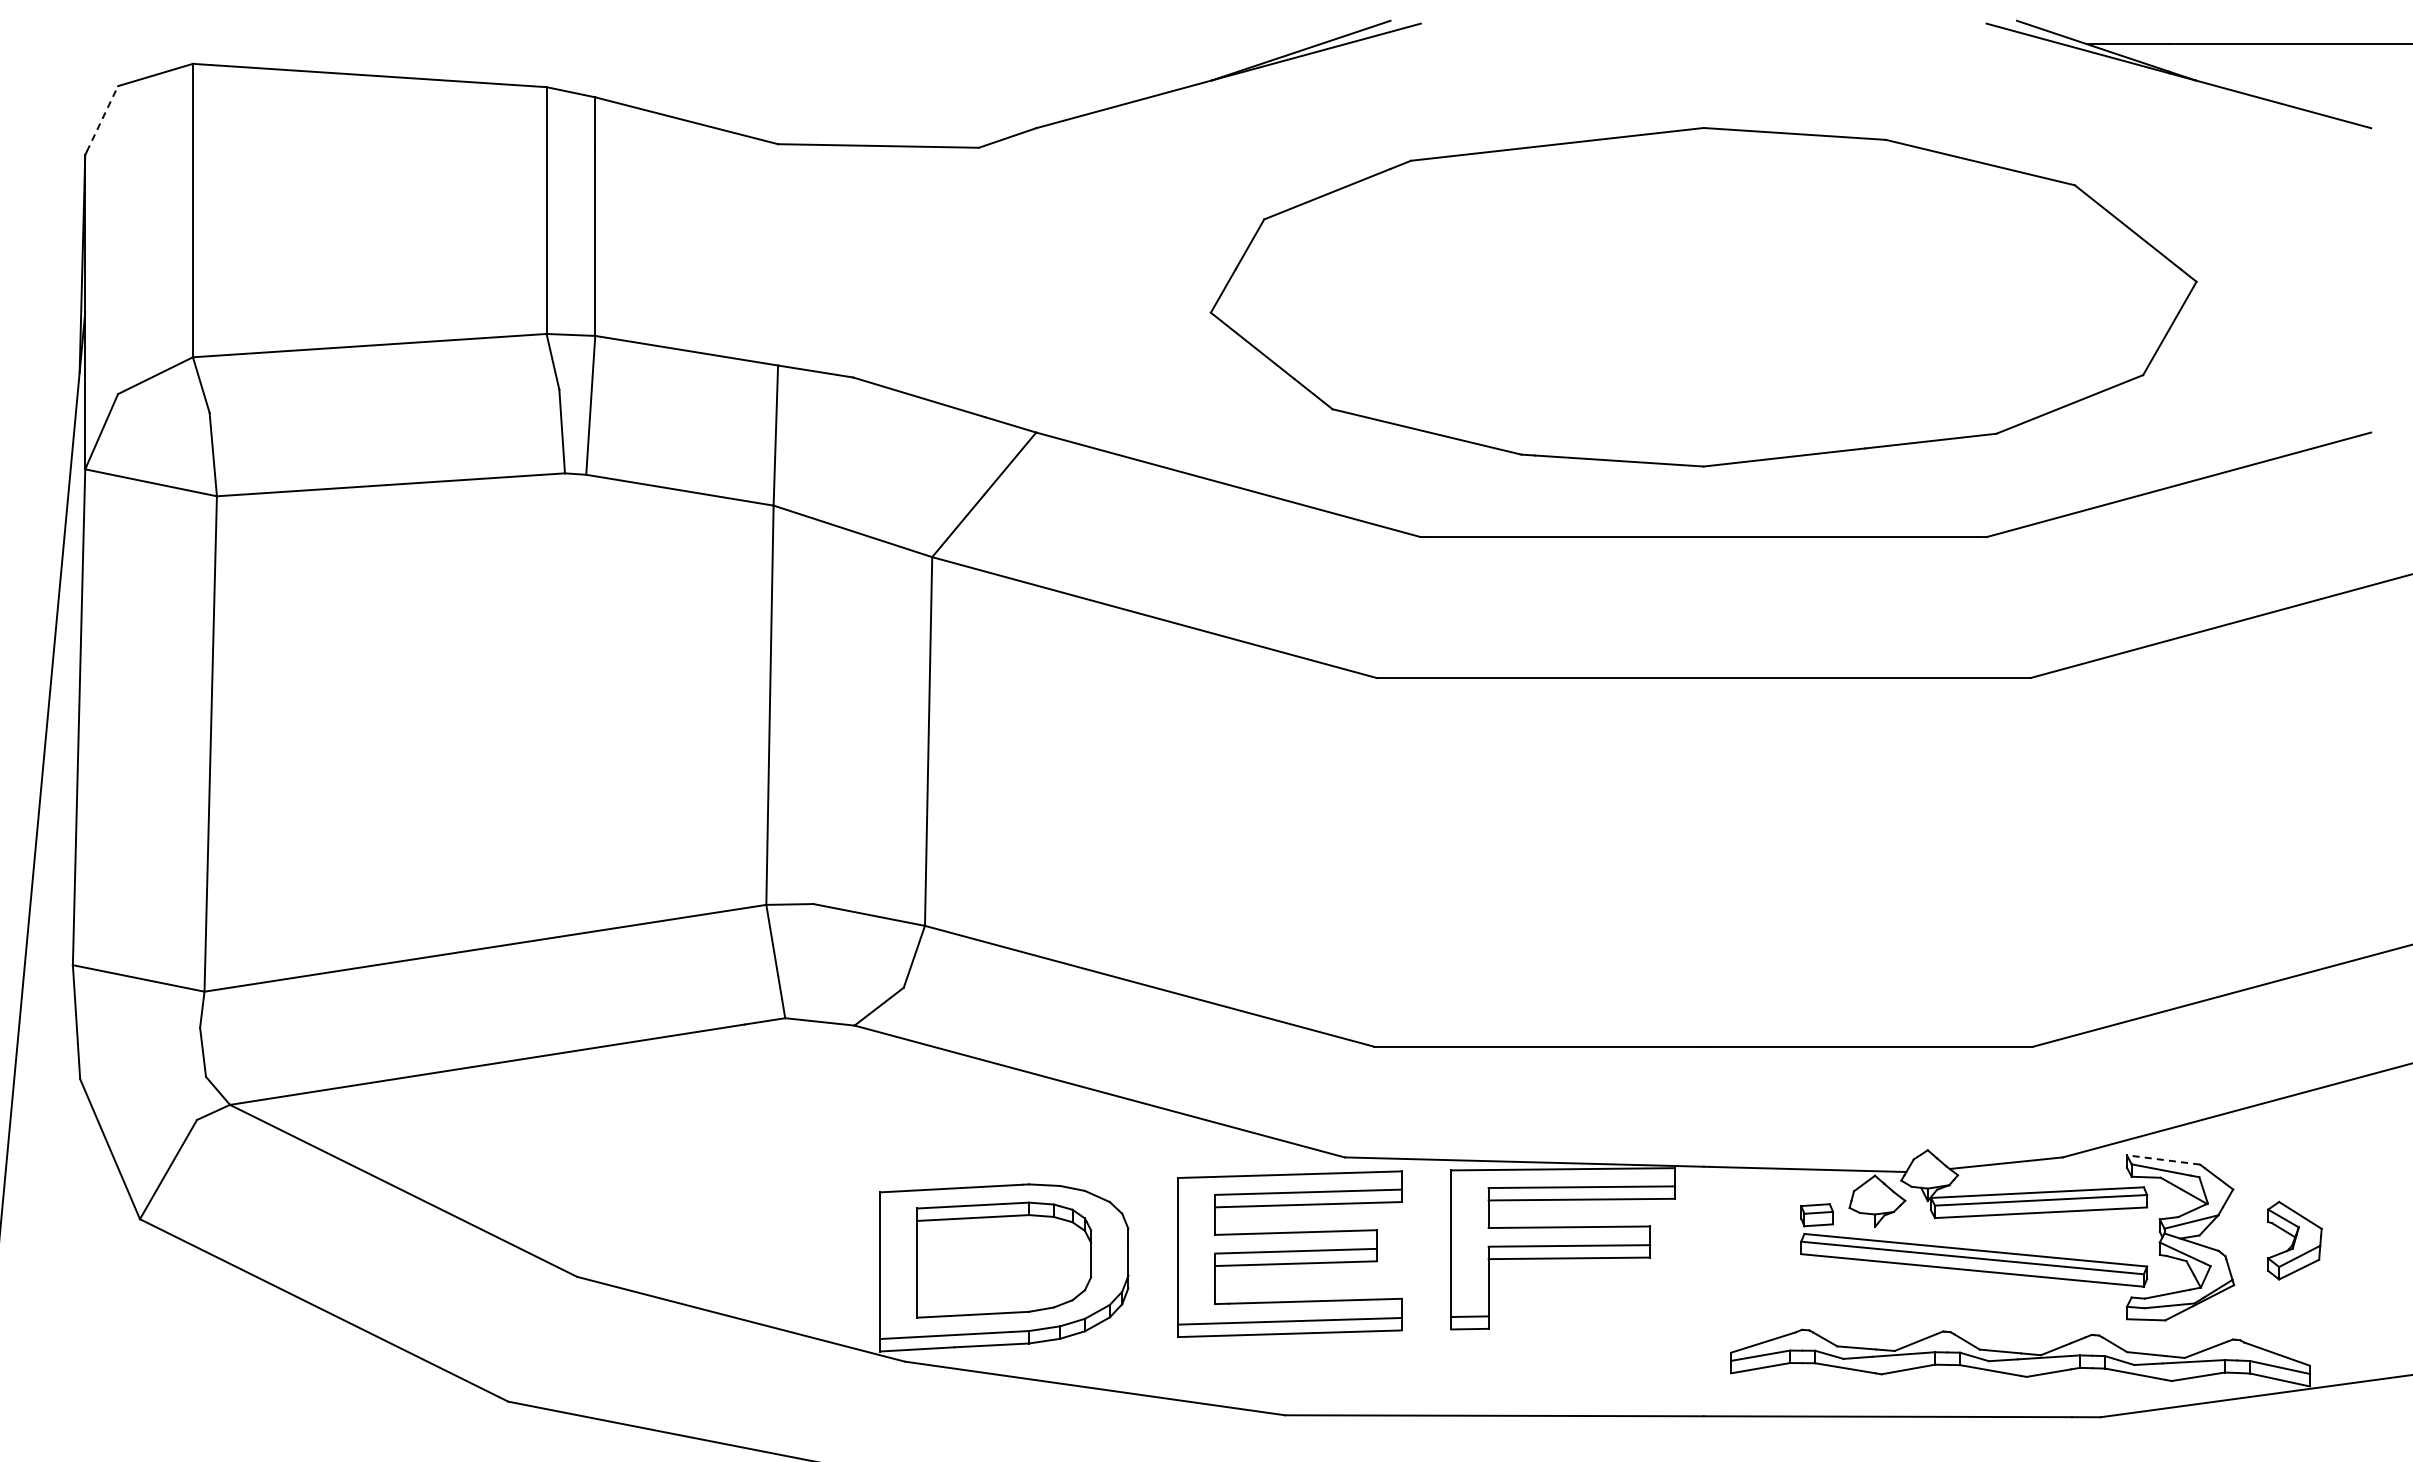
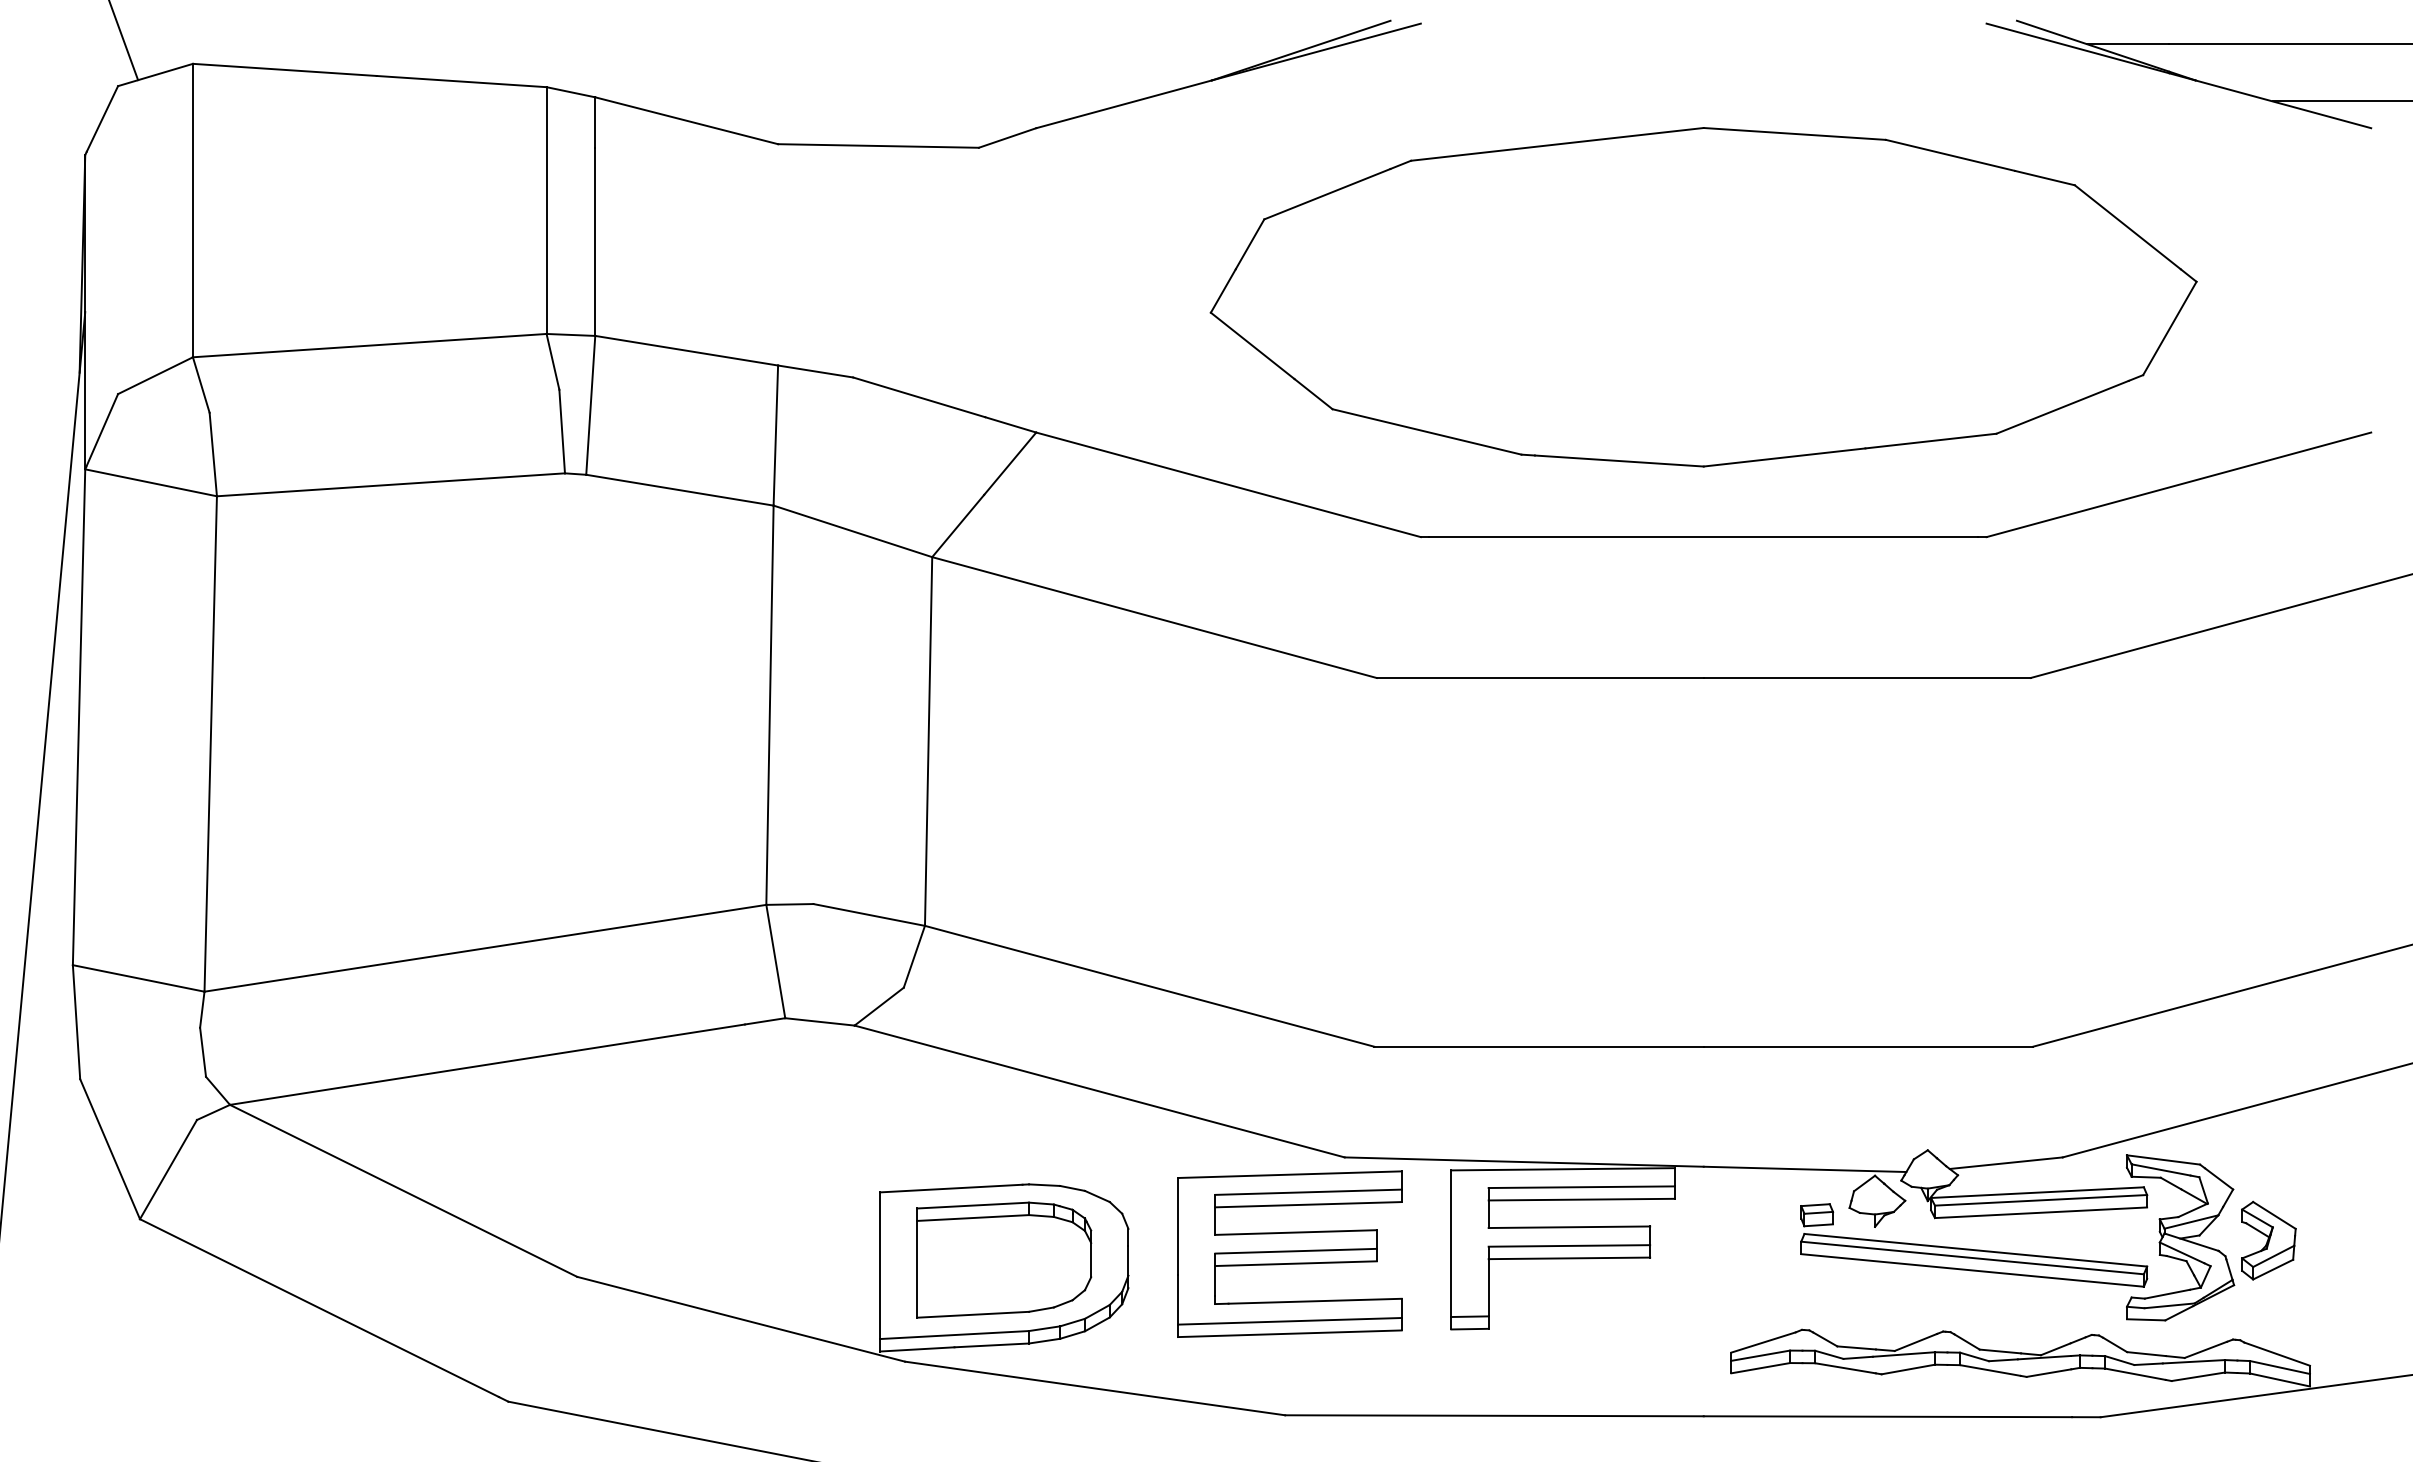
line at (123, 41): none -> present
line at (2340, 101): none -> present
line at (102, 118): dashed -> solid
line at (2163, 1159): dashed -> solid
part at (2294, 1240) position: (2294, 1240) -> (2268, 1240)
